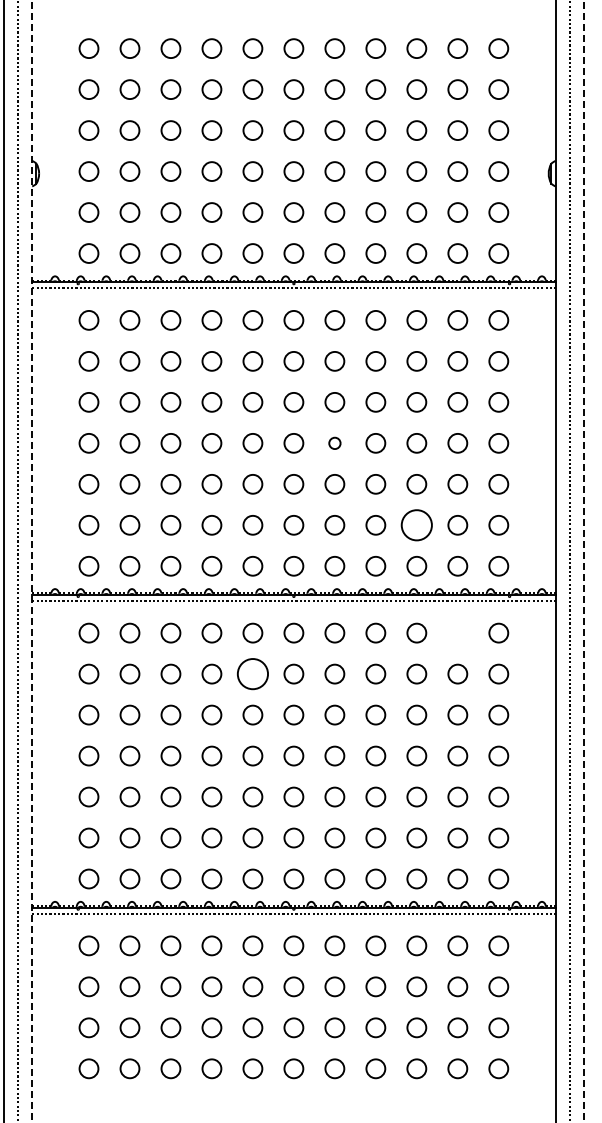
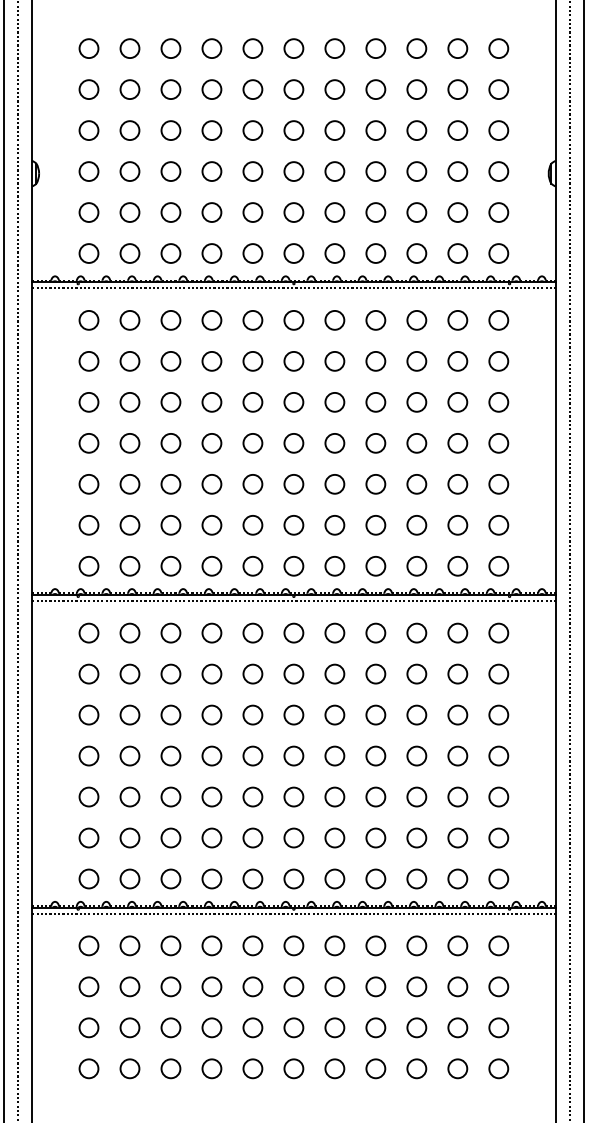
circle at (334, 442) size: 14x14 px -> 22x21 px
circle at (416, 525) diameter: 30 px -> 19 px
line at (32, 561): dashed -> solid
line at (583, 561): dashed -> solid
circle at (457, 632): none -> present
circle at (252, 674) diameter: 30 px -> 19 px
